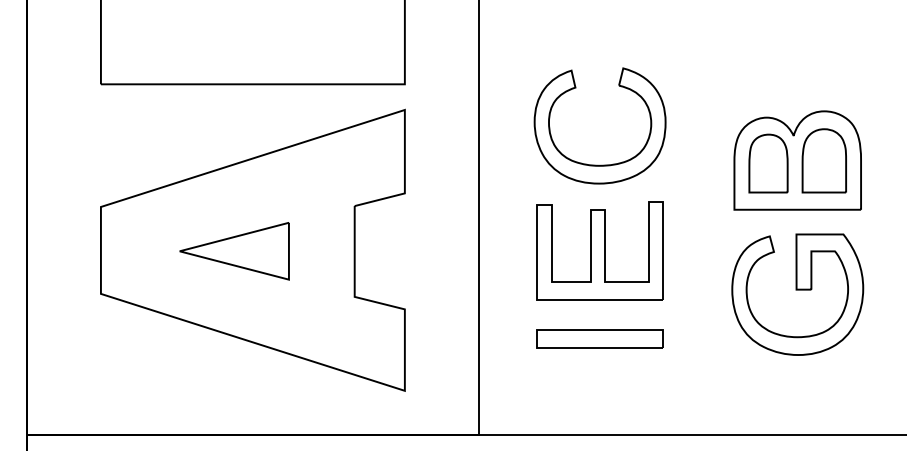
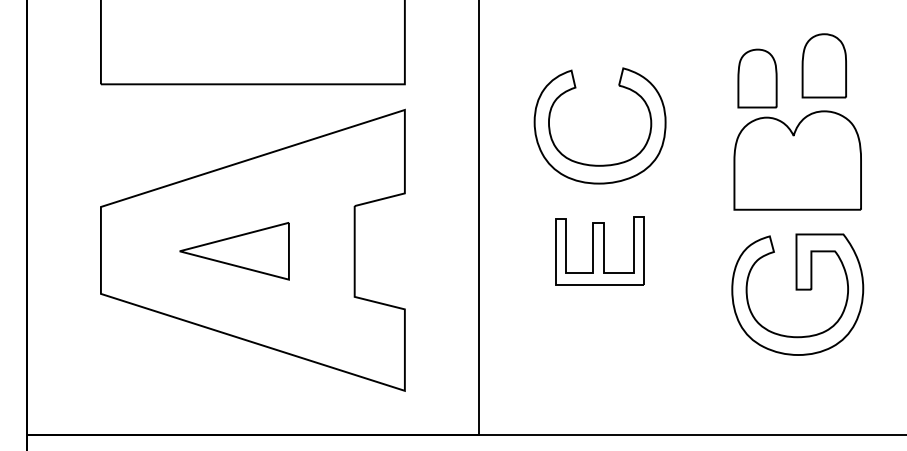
part at (823, 160) position: (823, 160) -> (823, 65)
part at (768, 163) position: (768, 163) -> (757, 78)
part at (599, 250) size: 128x100 px -> 90x70 px
part at (599, 338): present -> none
